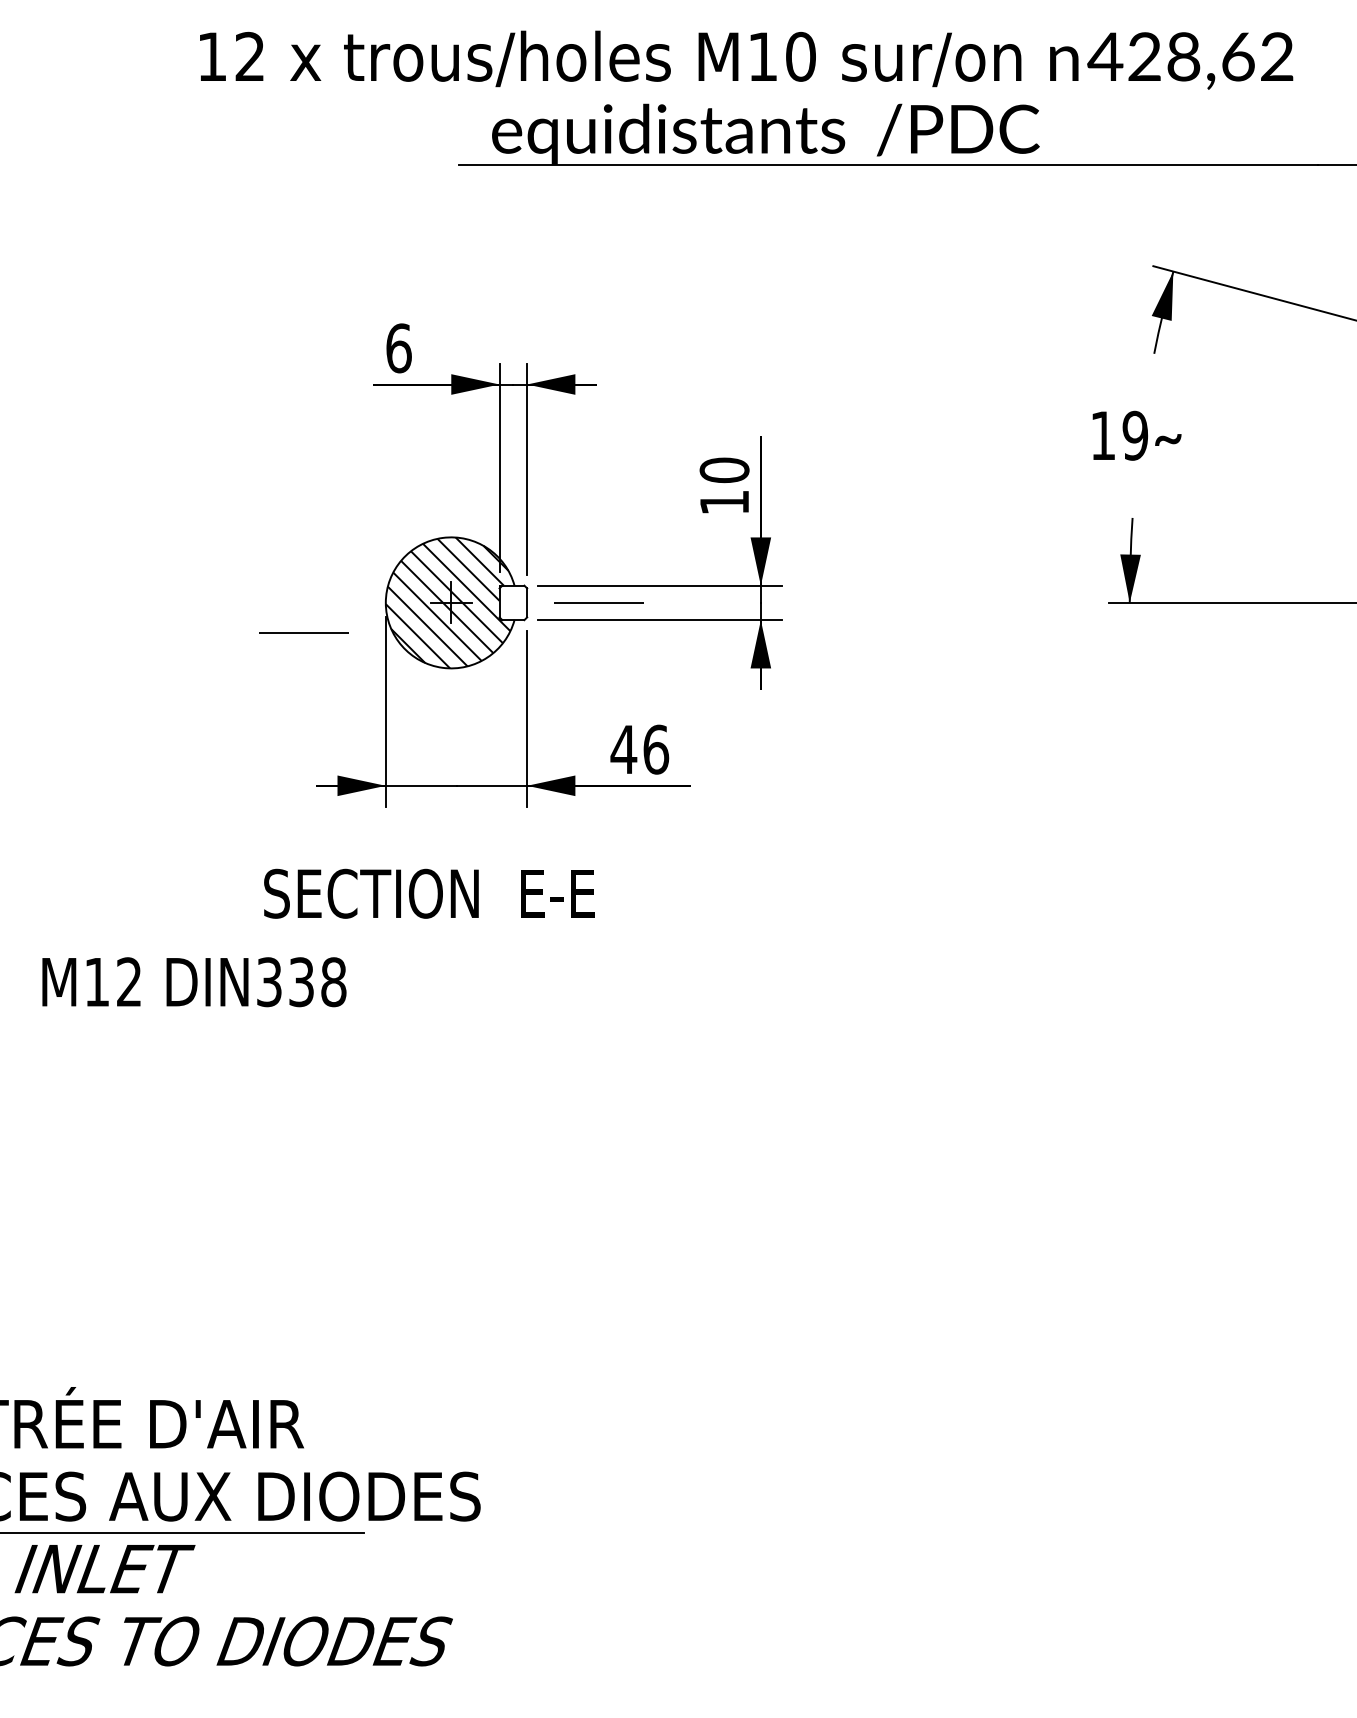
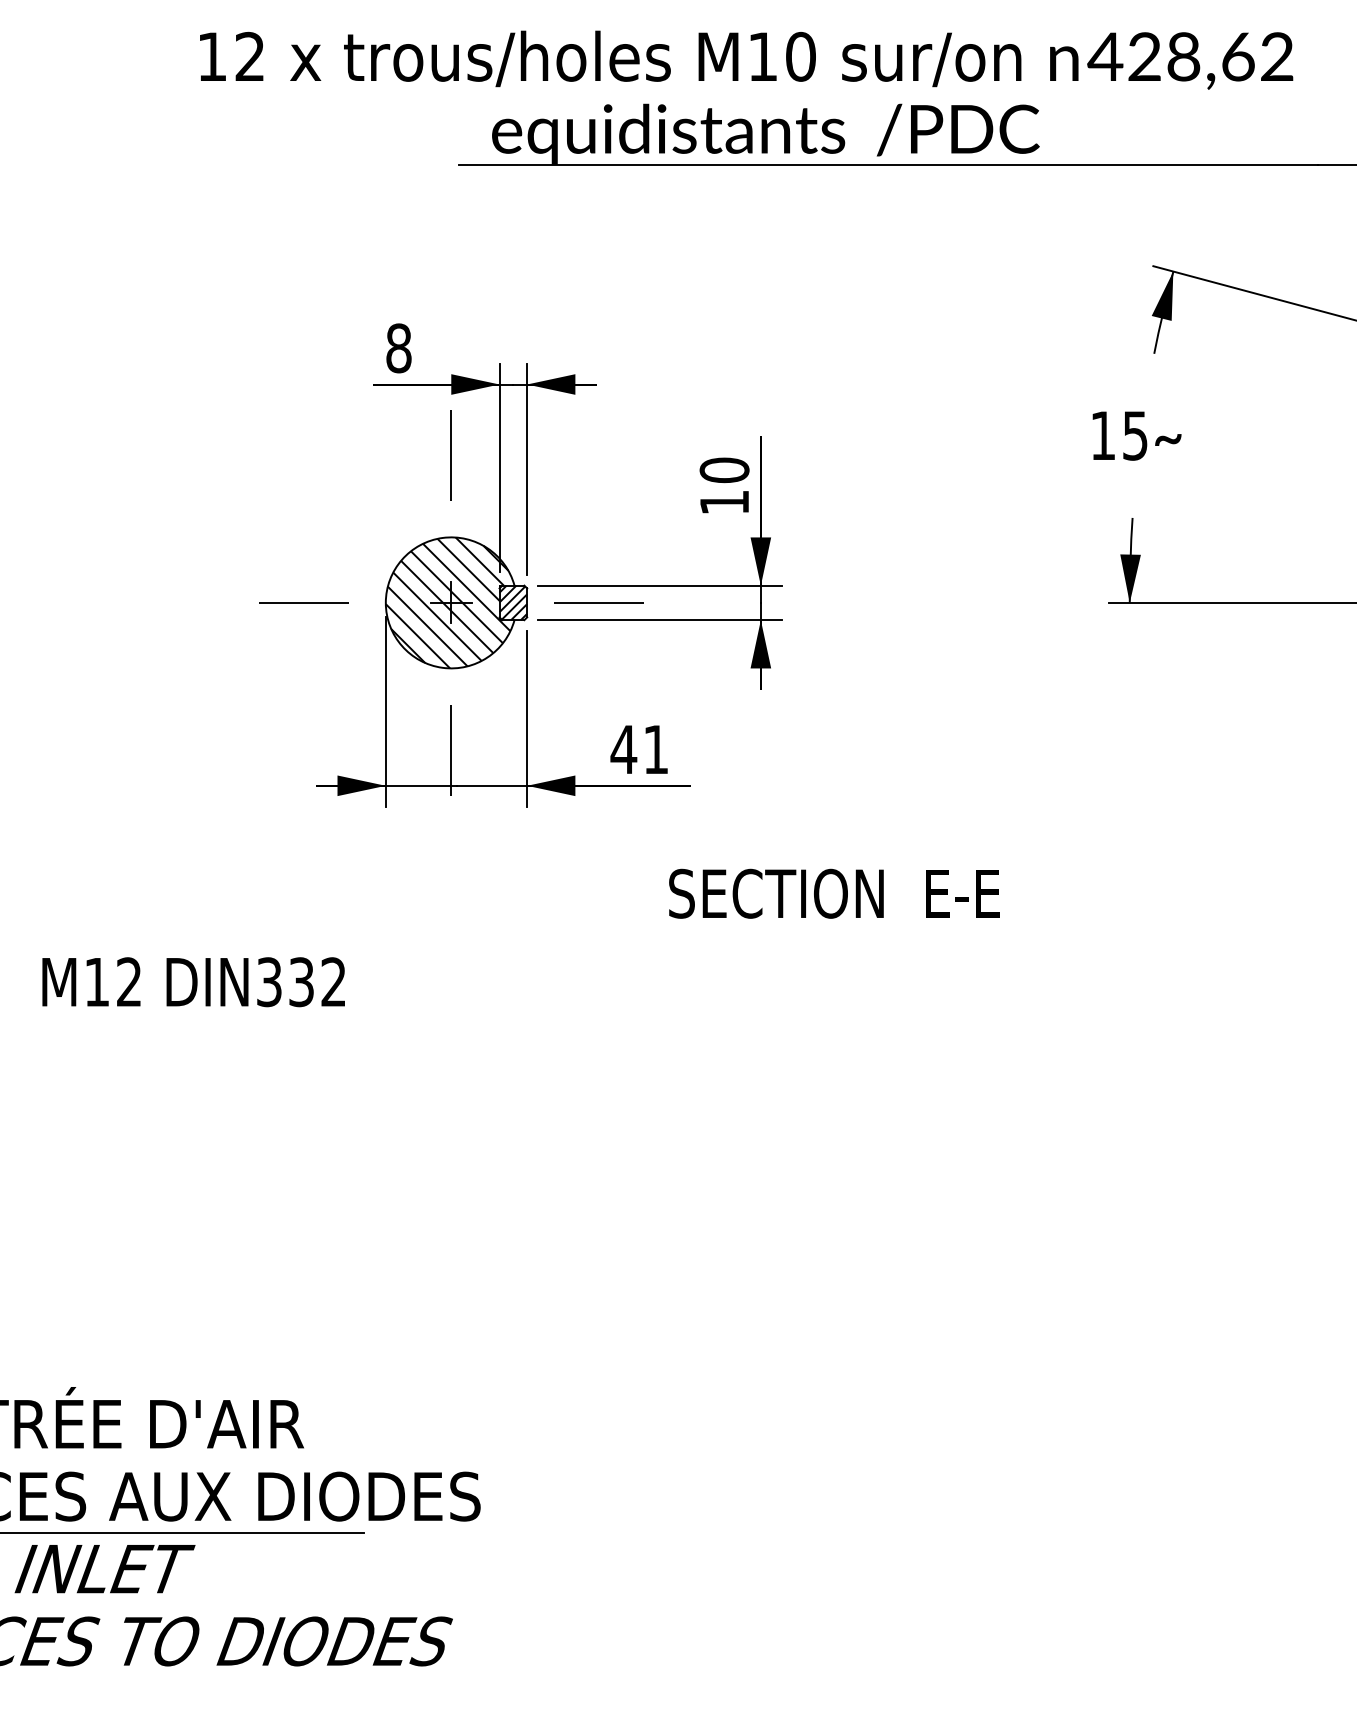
text at (398, 348): 6 -> 8
text at (1135, 435): 19 -> 15
line at (450, 455): none -> present
hatch at (513, 602): none -> present
line at (303, 632) position: (303, 632) -> (303, 602)
text at (656, 749): 46 -> 41
line at (451, 750): none -> present
text at (429, 893) position: (429, 893) -> (834, 893)
text at (333, 982): DIN338 -> DIN332
